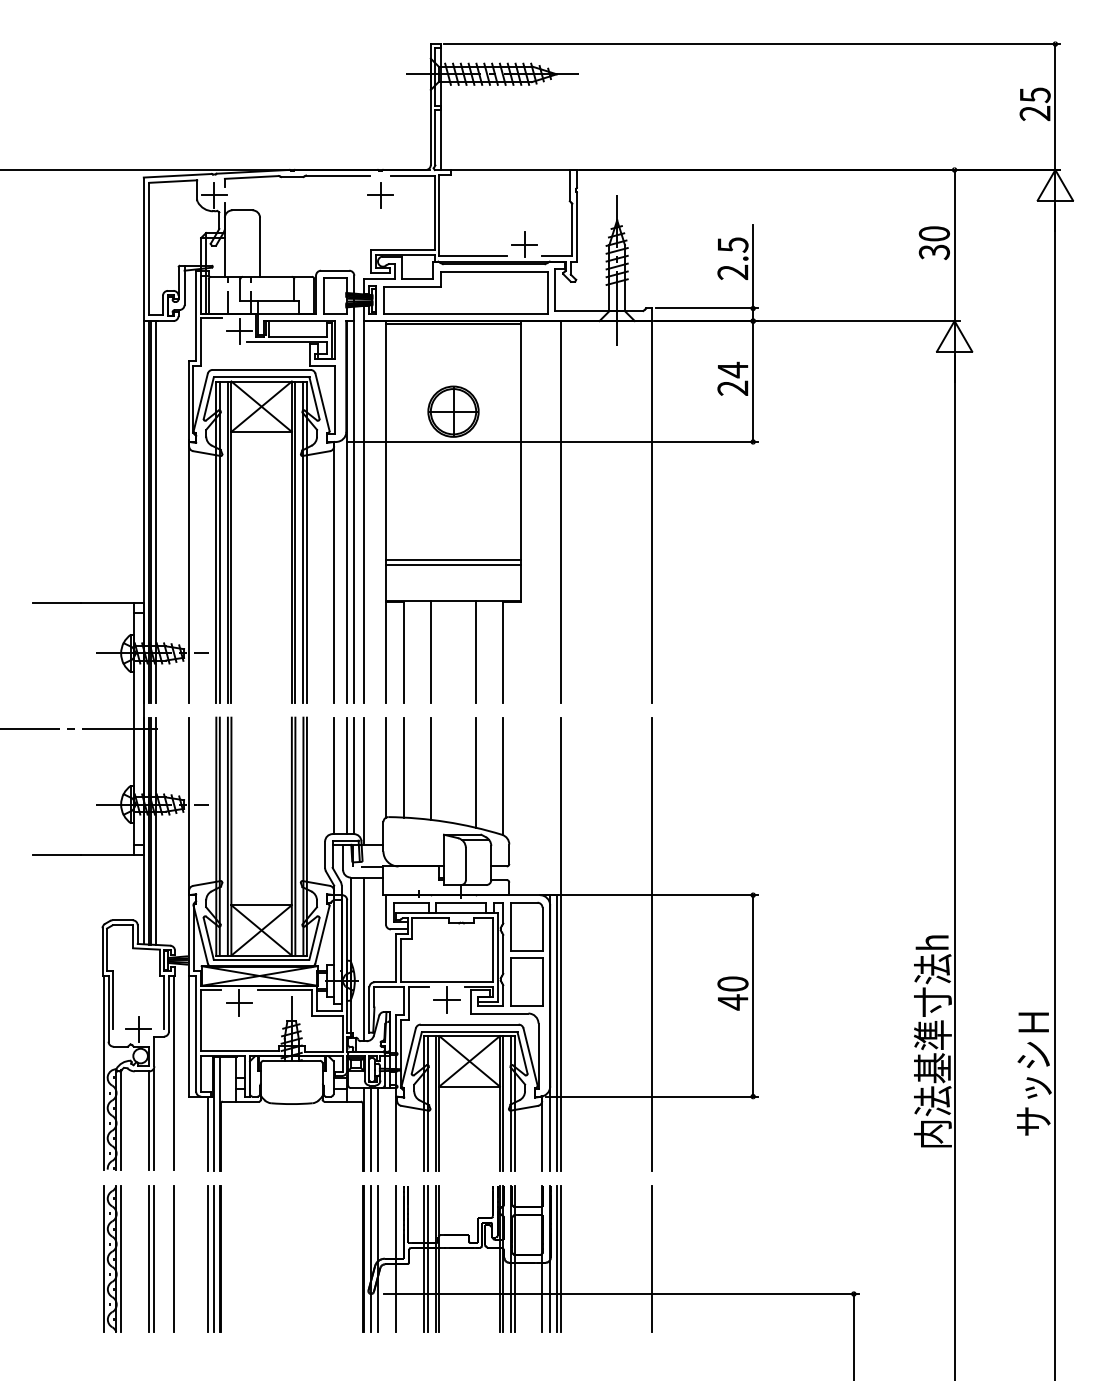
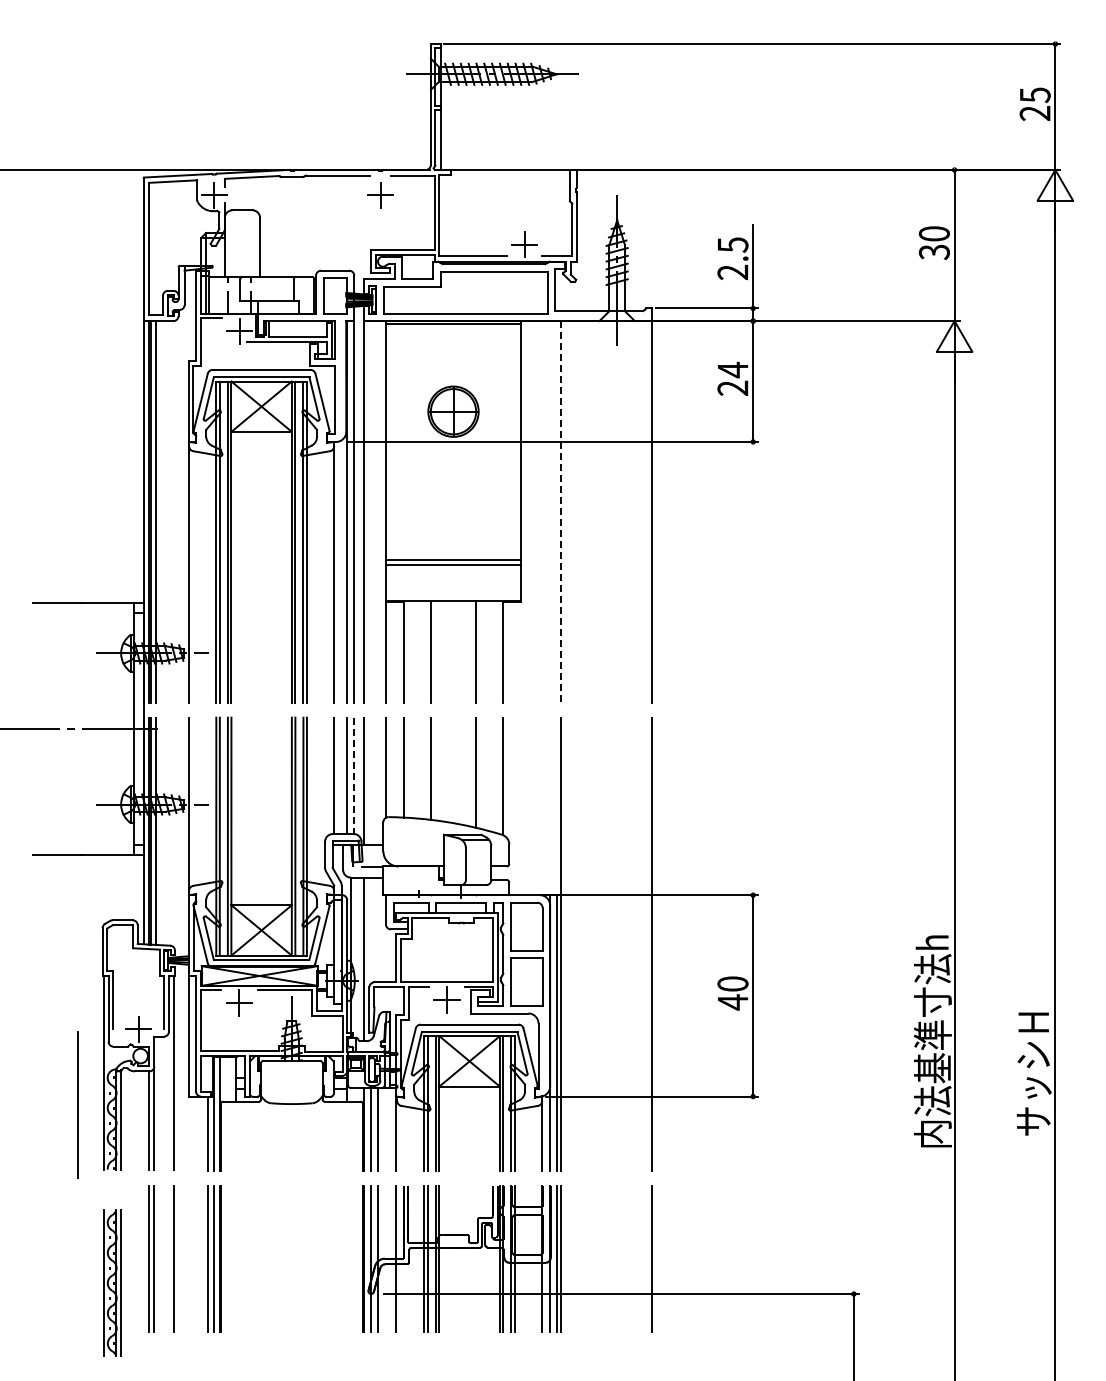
line at (560, 511): solid -> dashed
line at (354, 776): solid -> dashed
line at (77, 1104): none -> present
part at (112, 1258) position: (112, 1258) -> (112, 1282)
